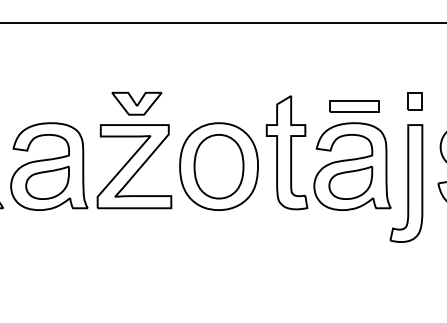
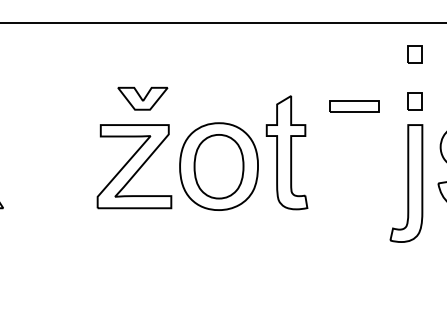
part at (414, 54): none -> present
part at (136, 103) position: (136, 103) -> (142, 98)
part at (49, 166): present -> none
part at (352, 166): present -> none
